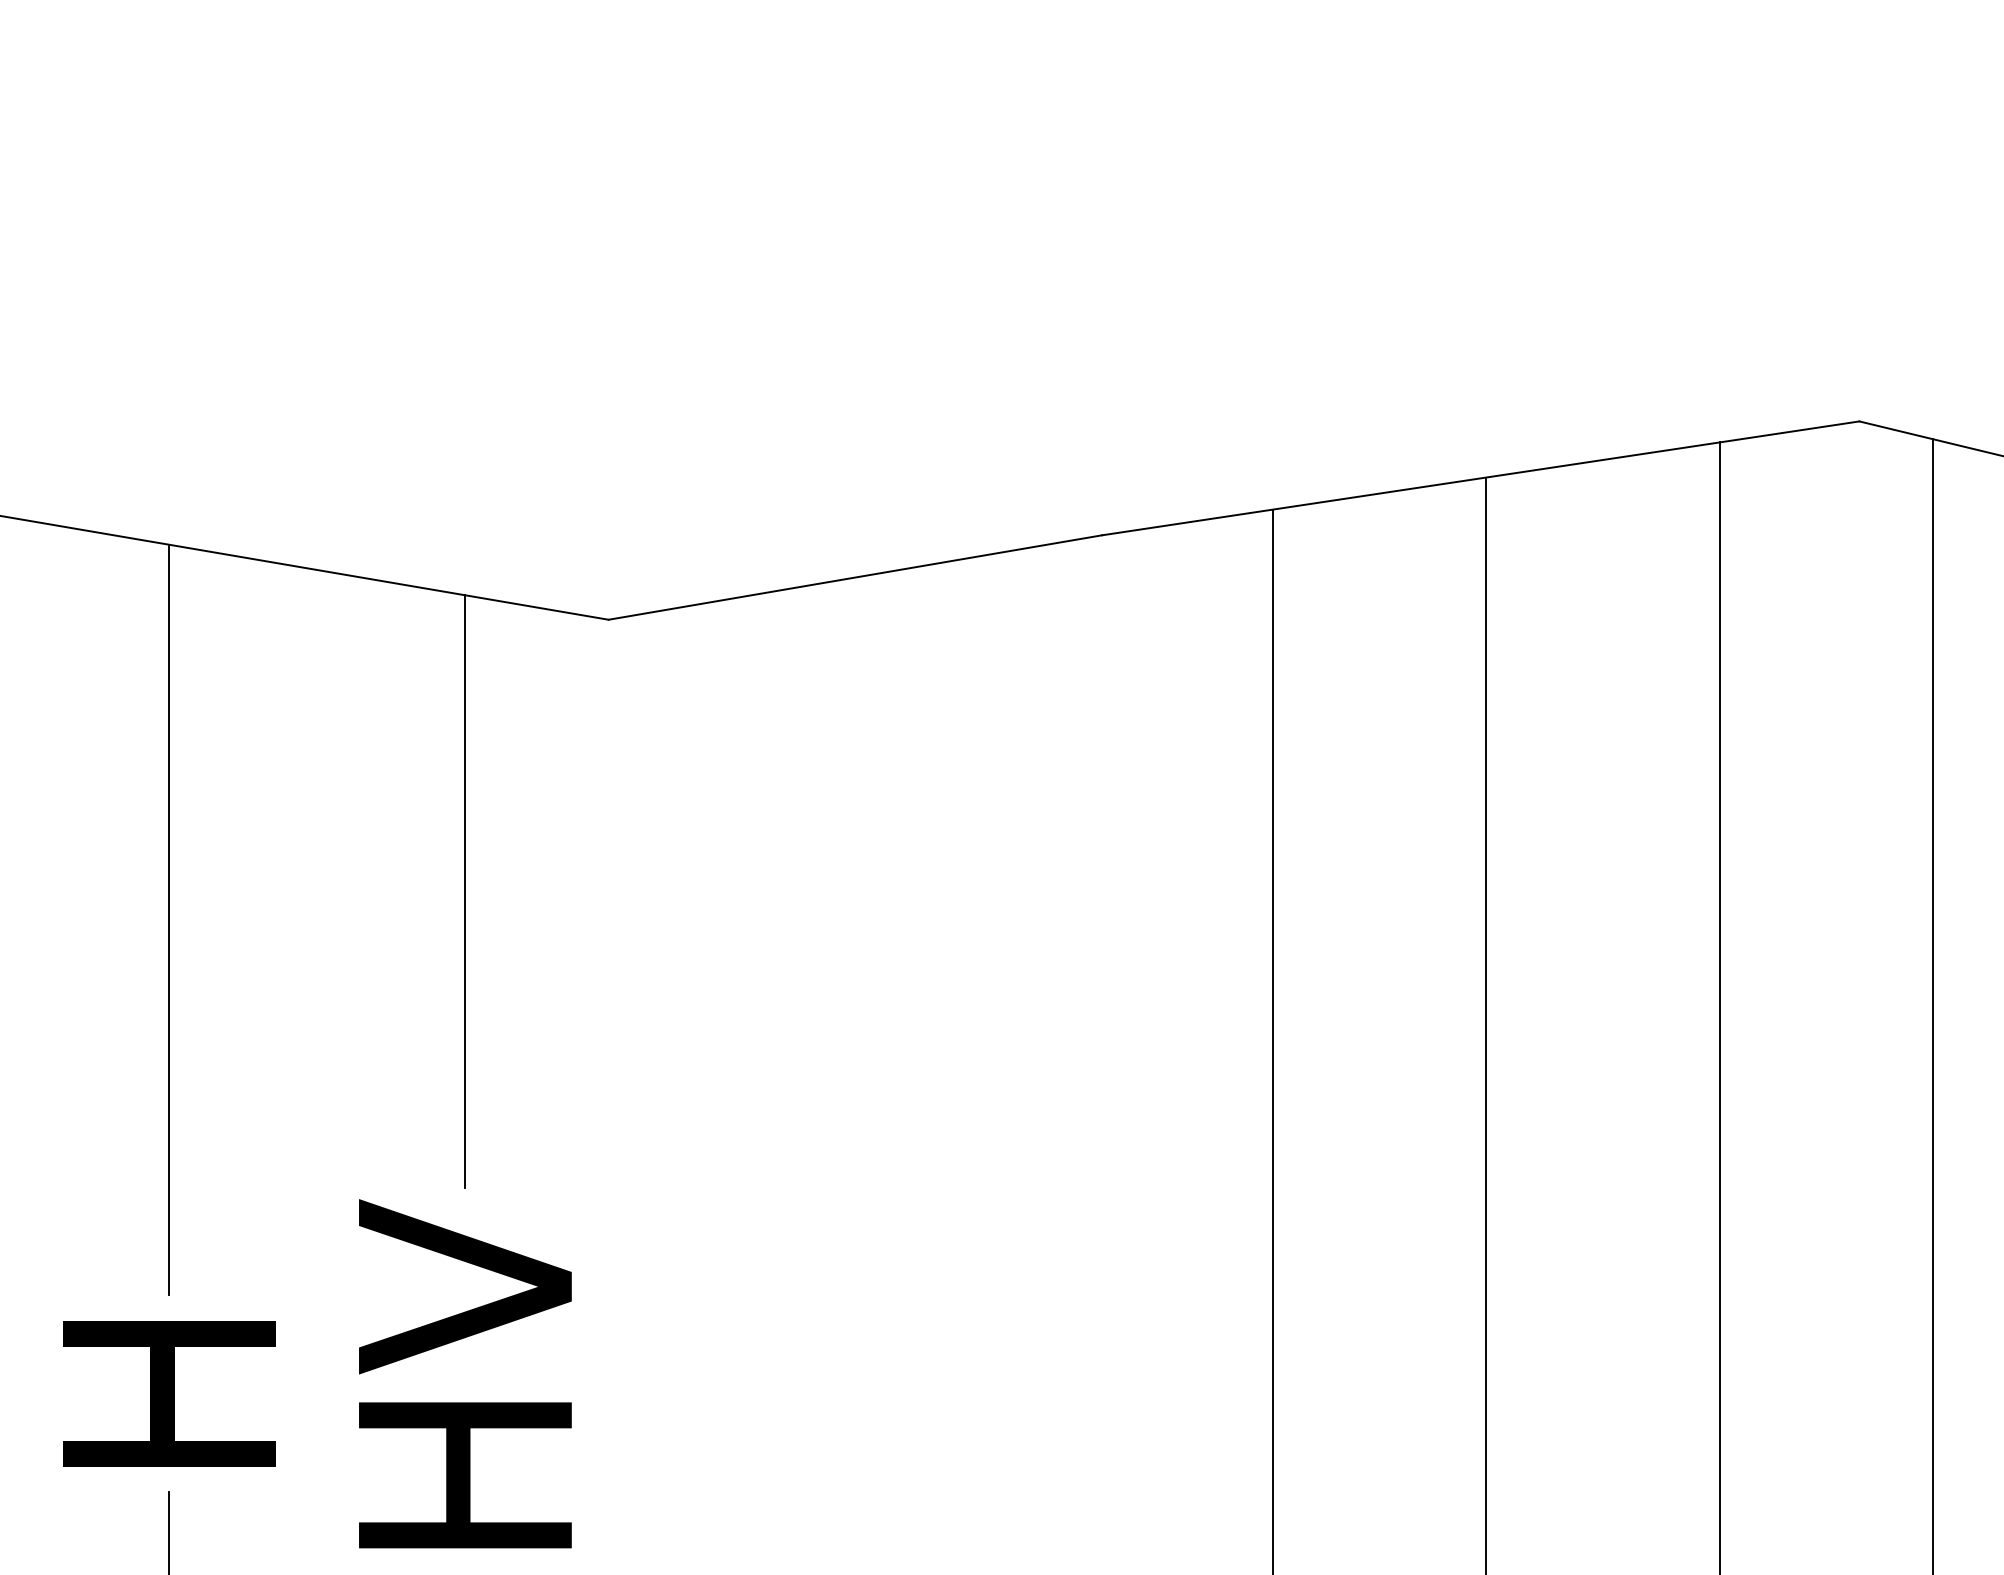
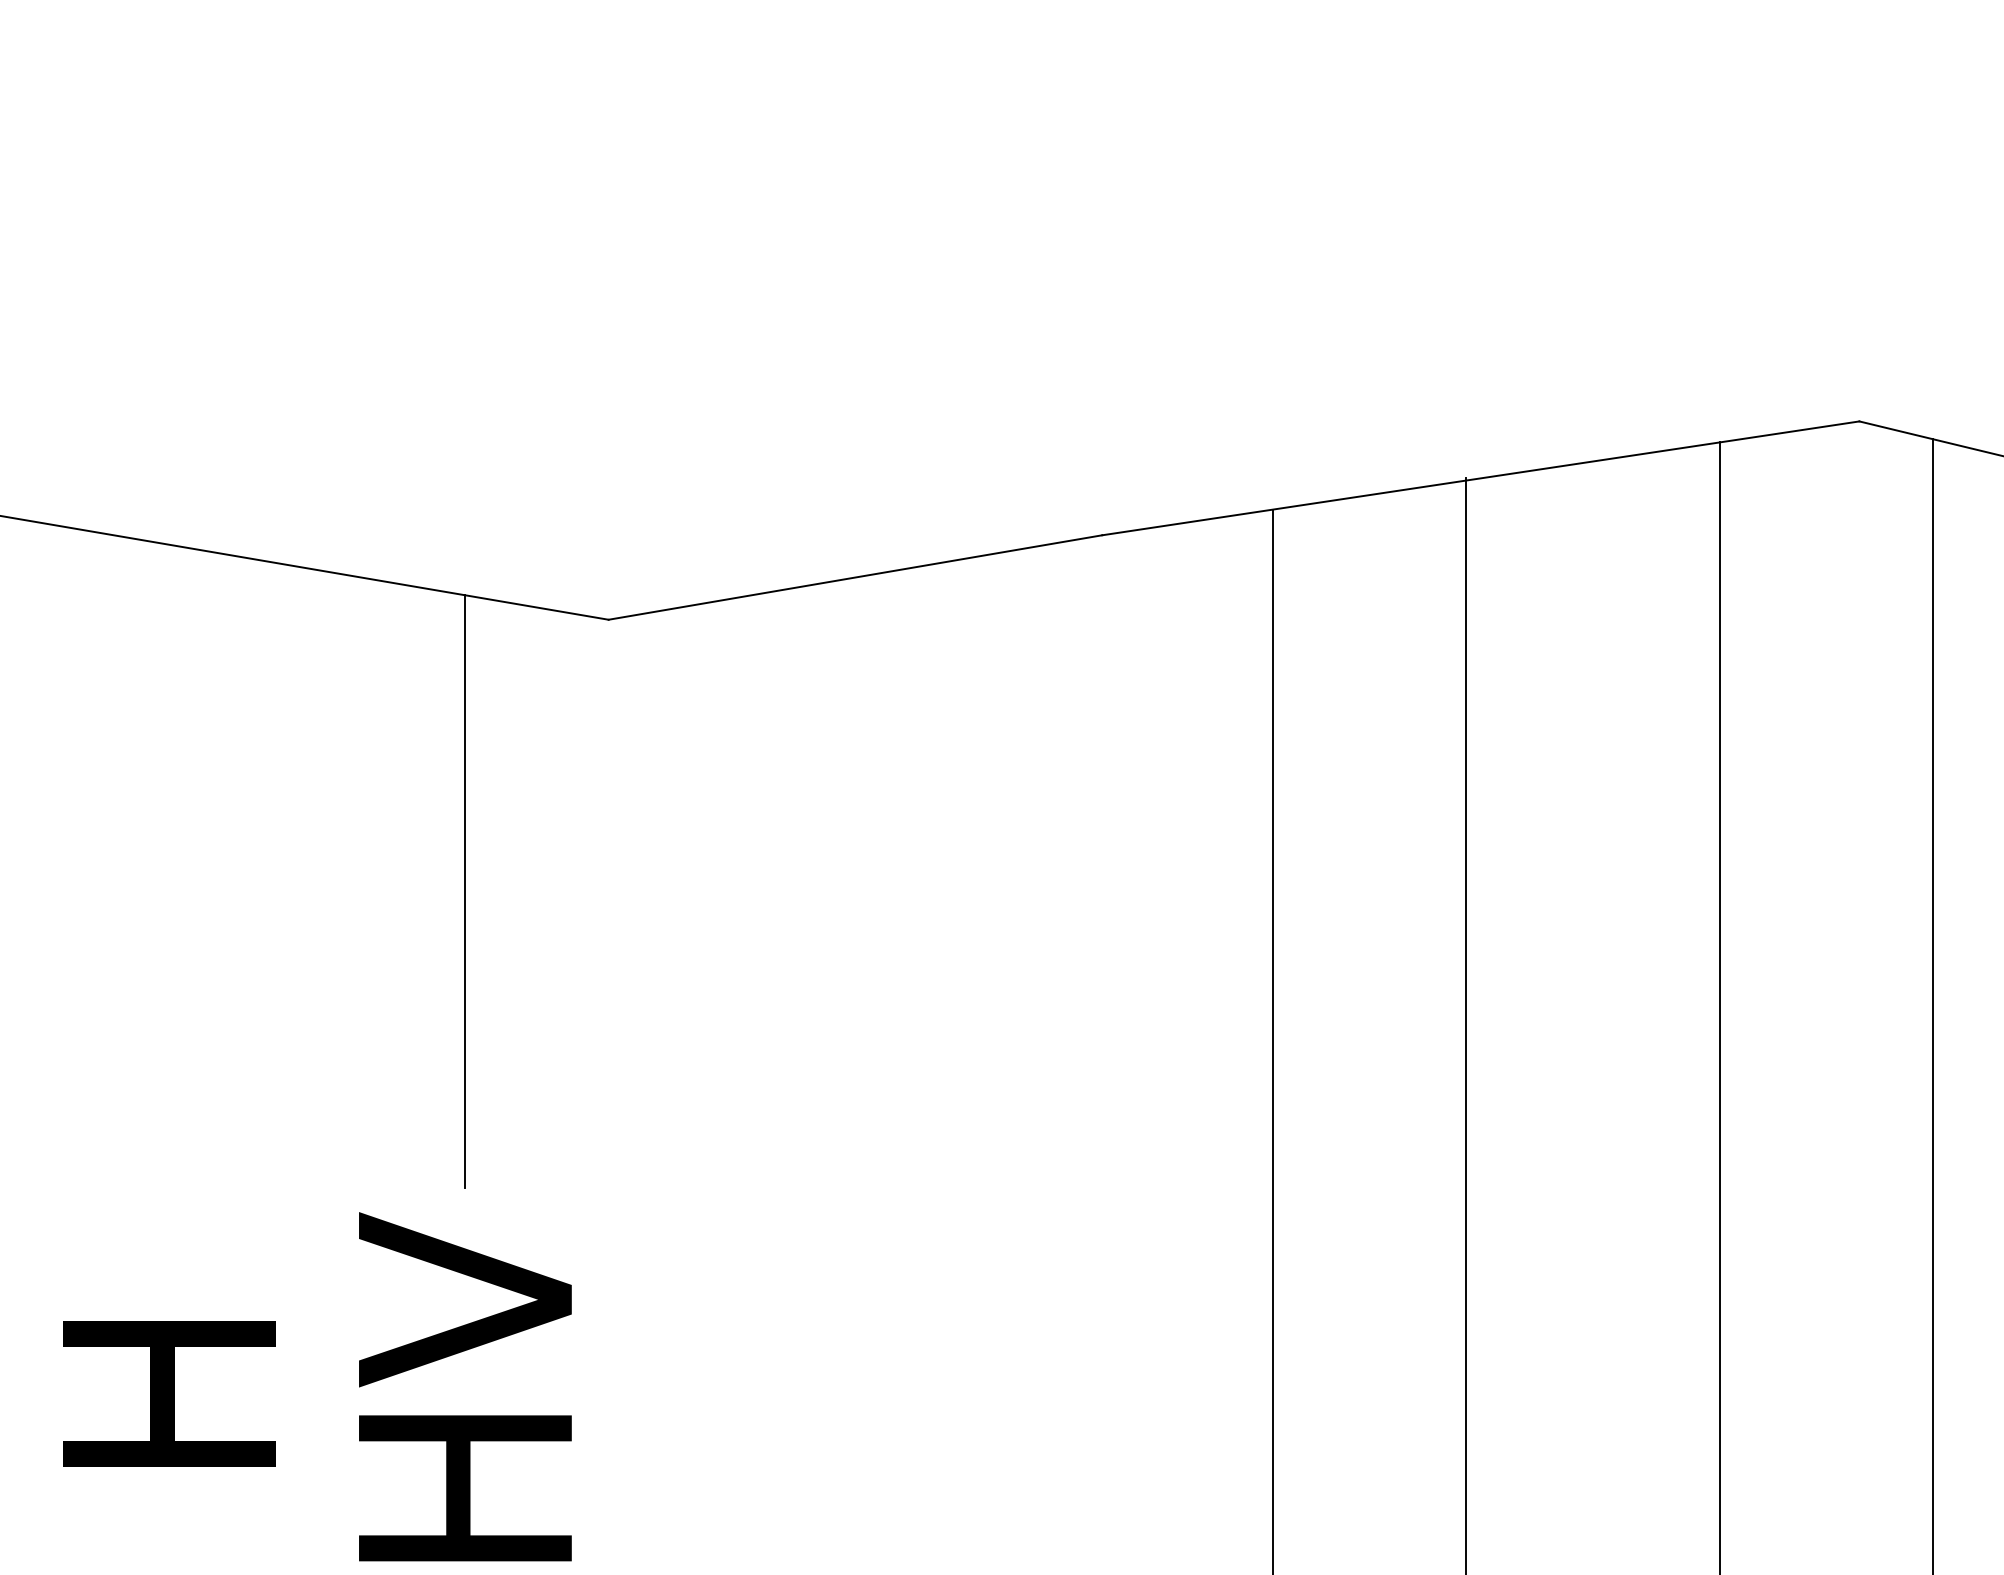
line at (169, 919): present -> none
line at (1485, 1024) position: (1485, 1024) -> (1465, 1024)
text at (465, 1373) position: (465, 1373) -> (465, 1386)
line at (169, 1531): present -> none
